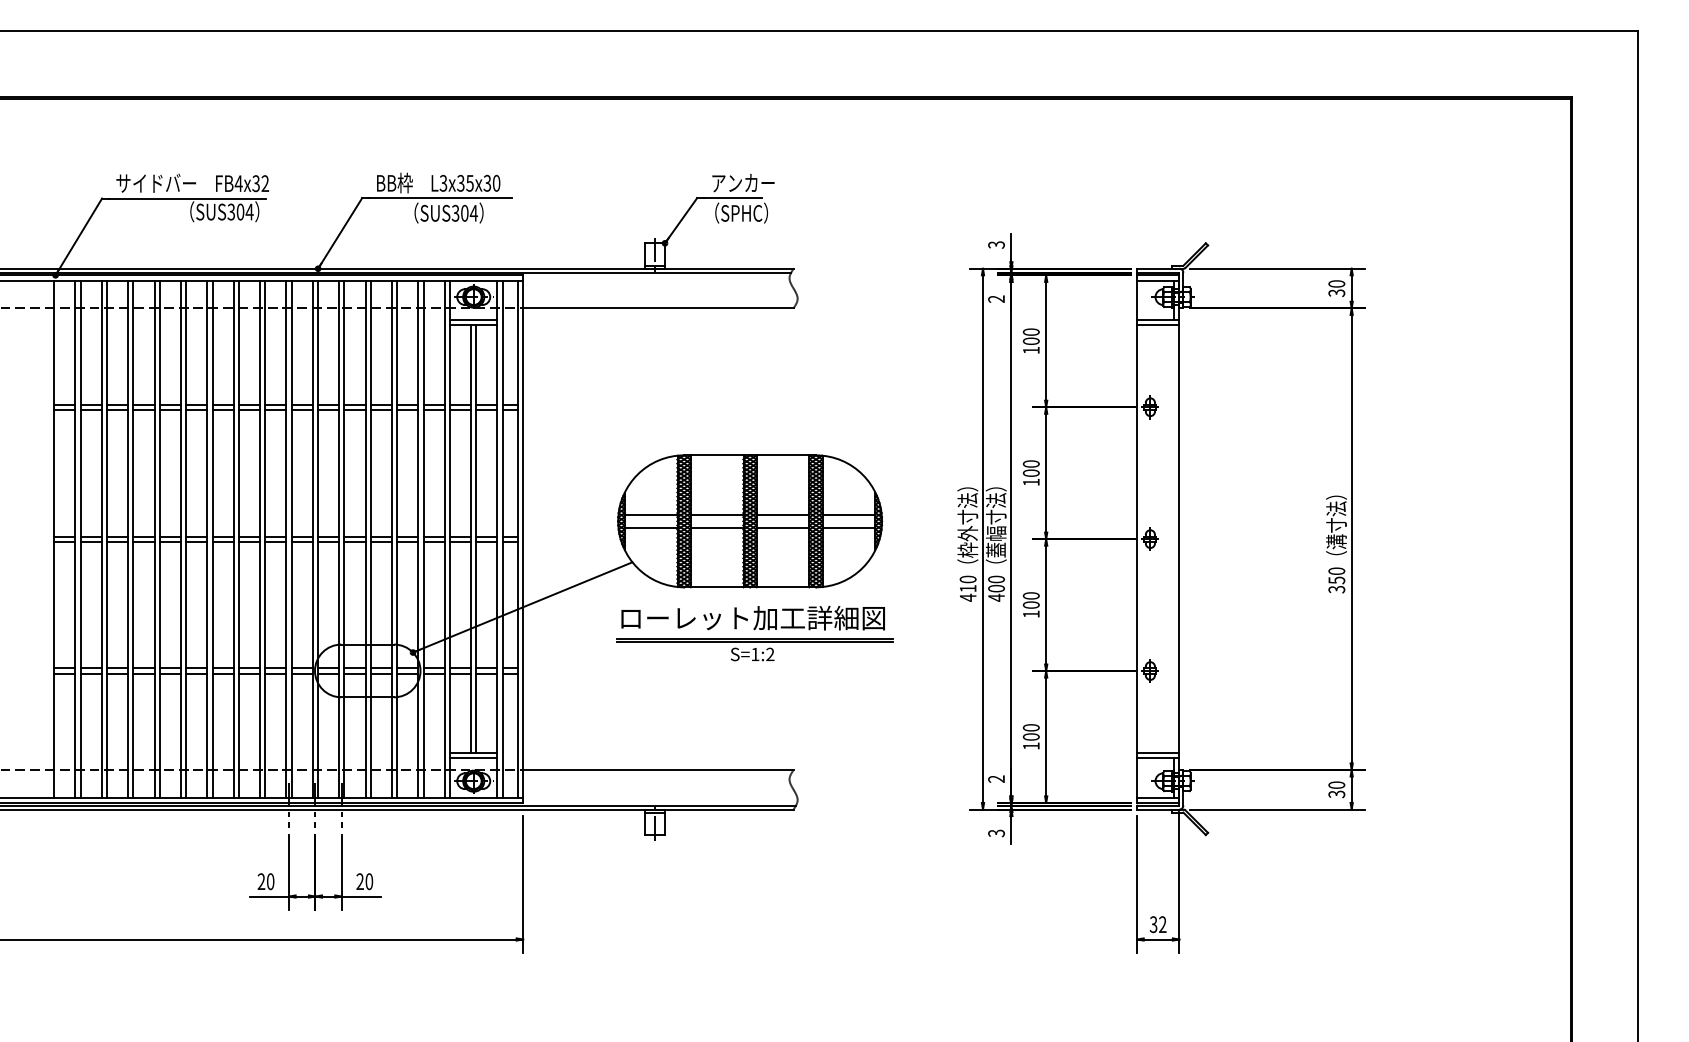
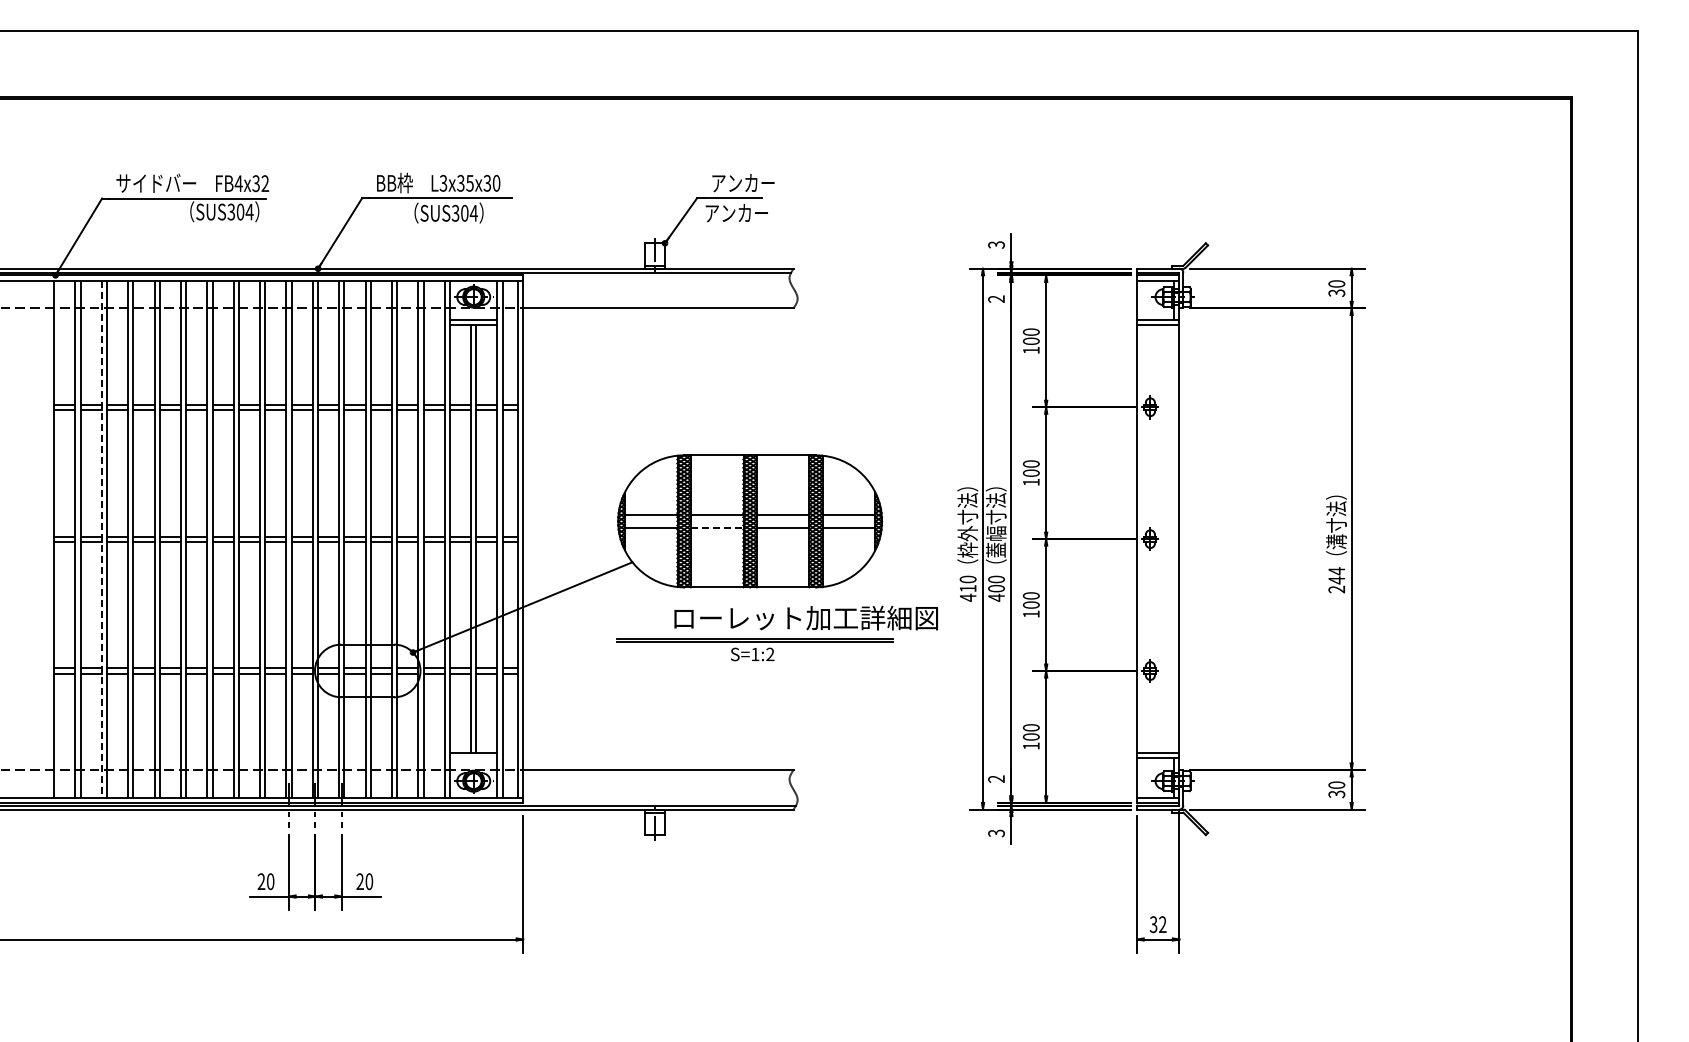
text at (736, 212): （SPHC） -> アンカー
line at (717, 527): solid -> dashed
line at (101, 539): solid -> dashed
text at (1336, 580): 350 -> 244
text at (752, 617) position: (752, 617) -> (805, 617)
line at (473, 758): present -> none
